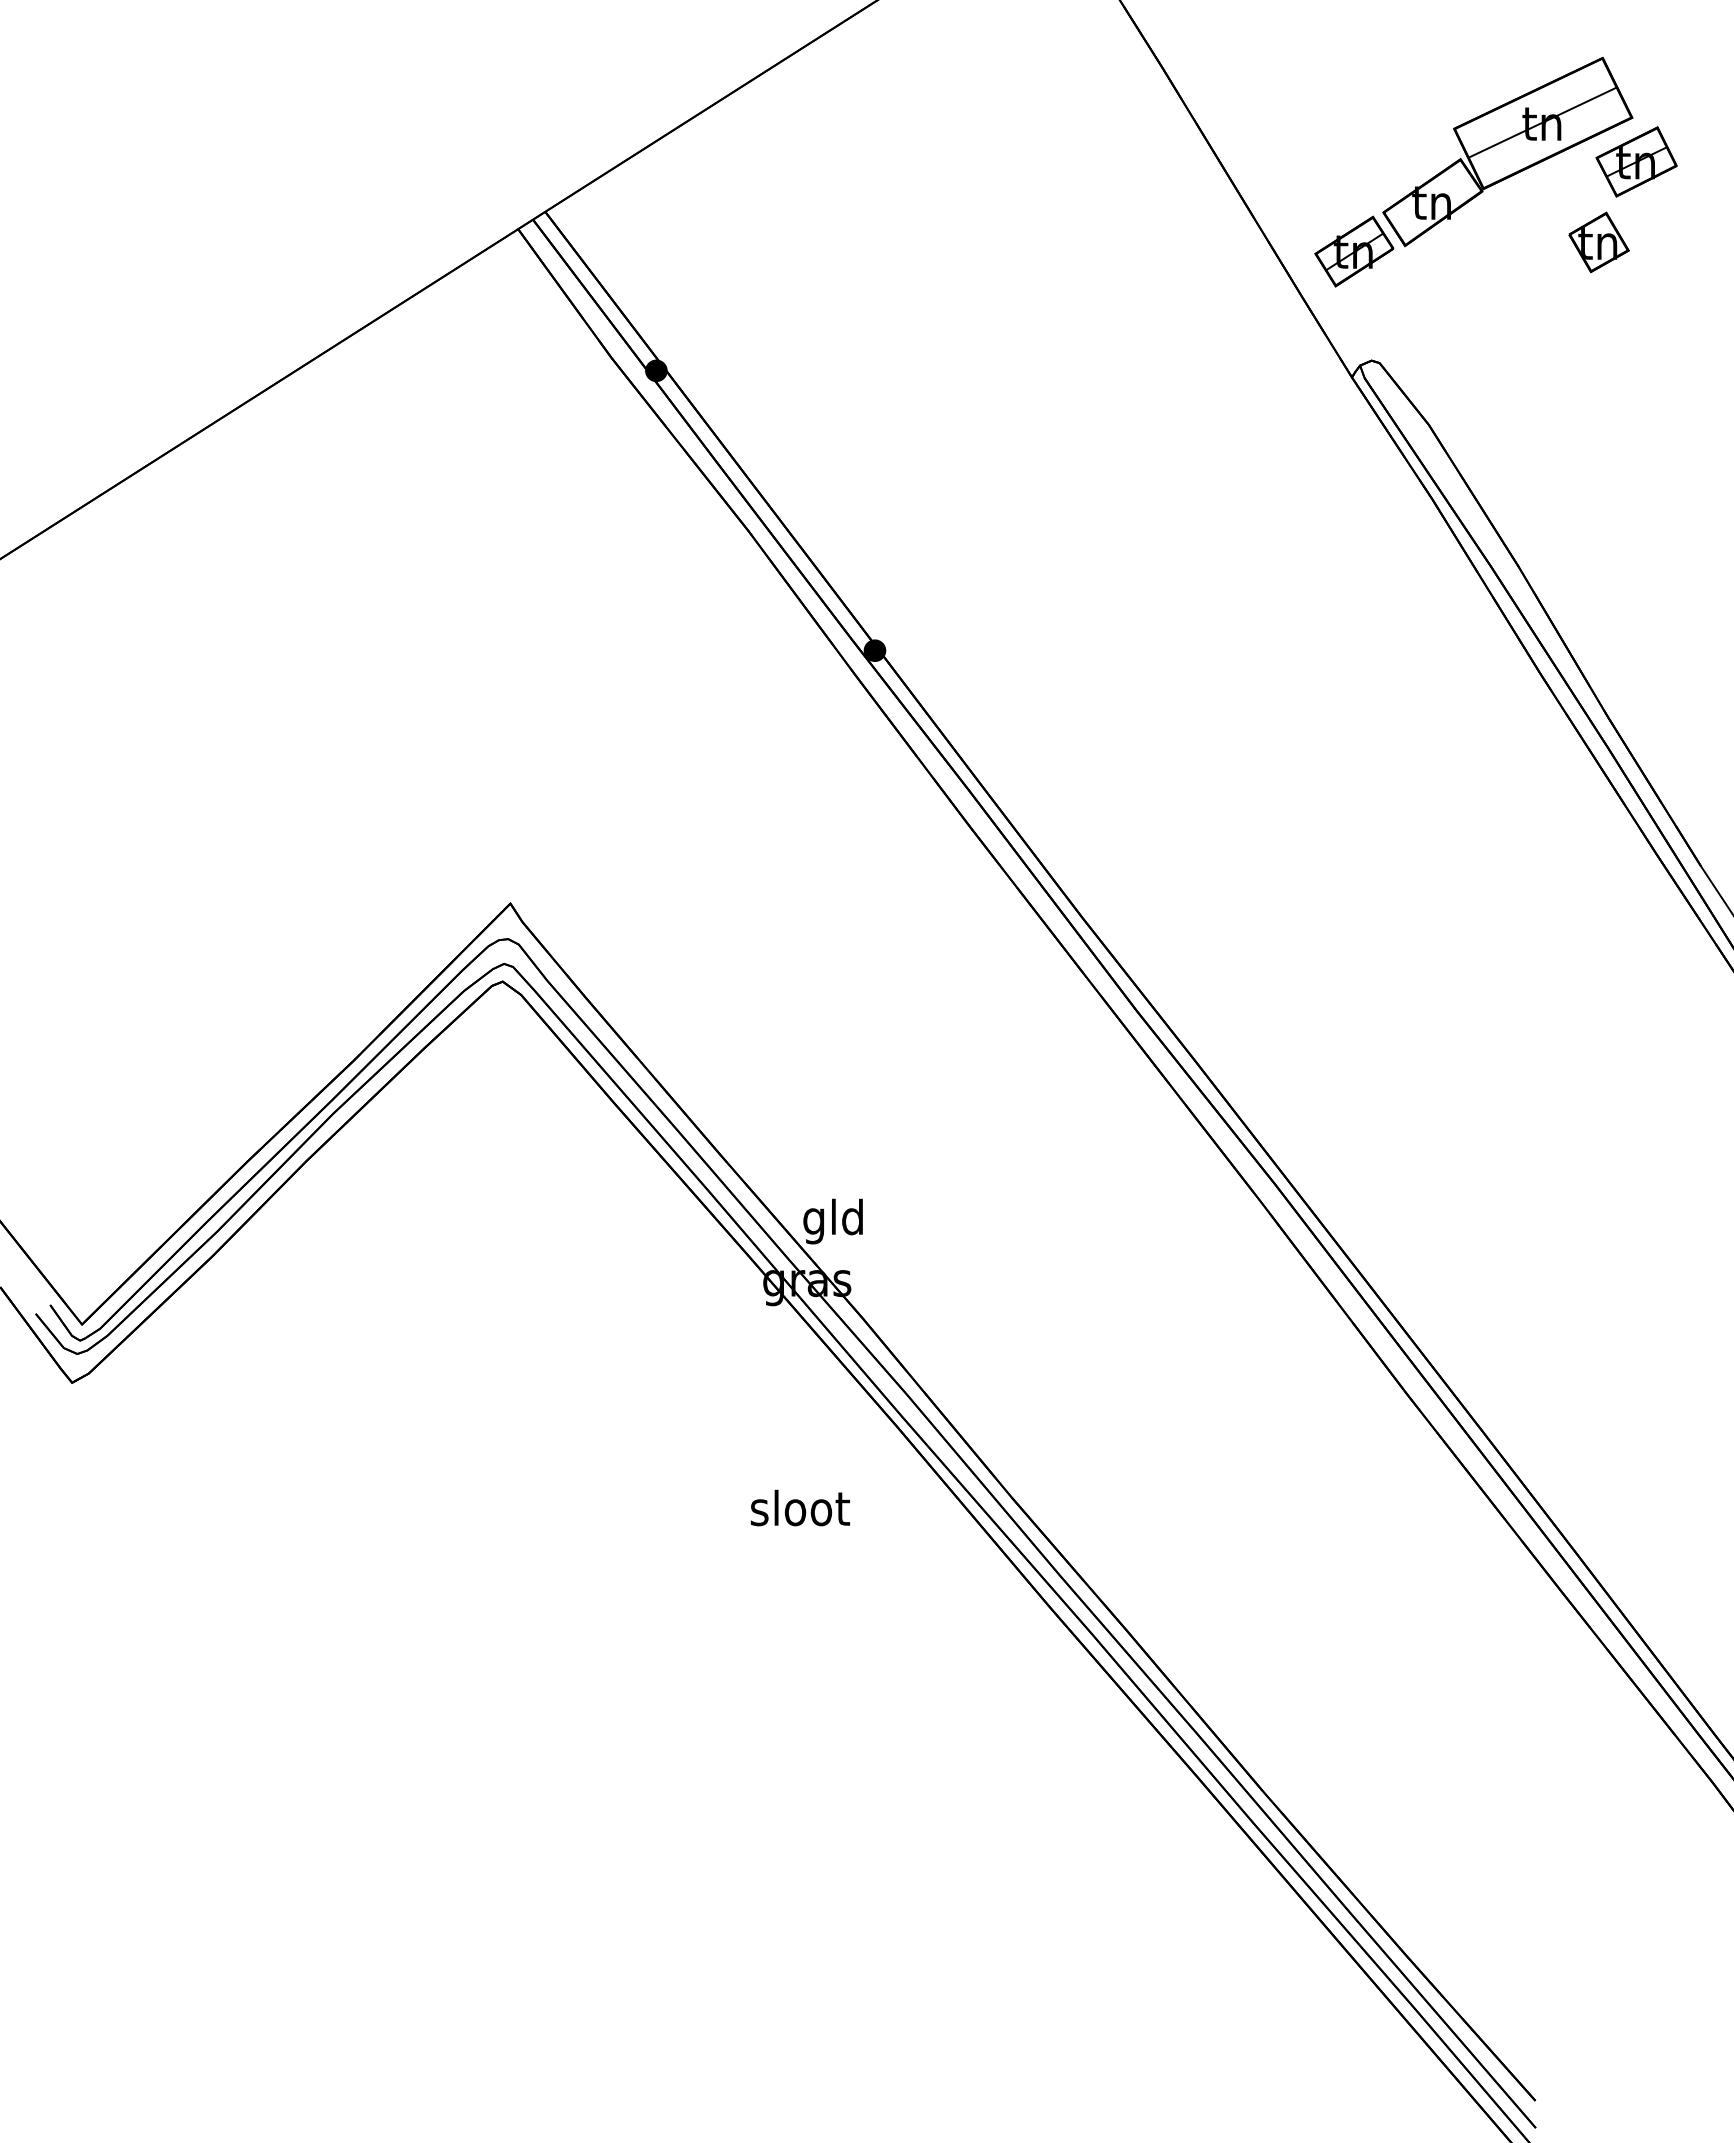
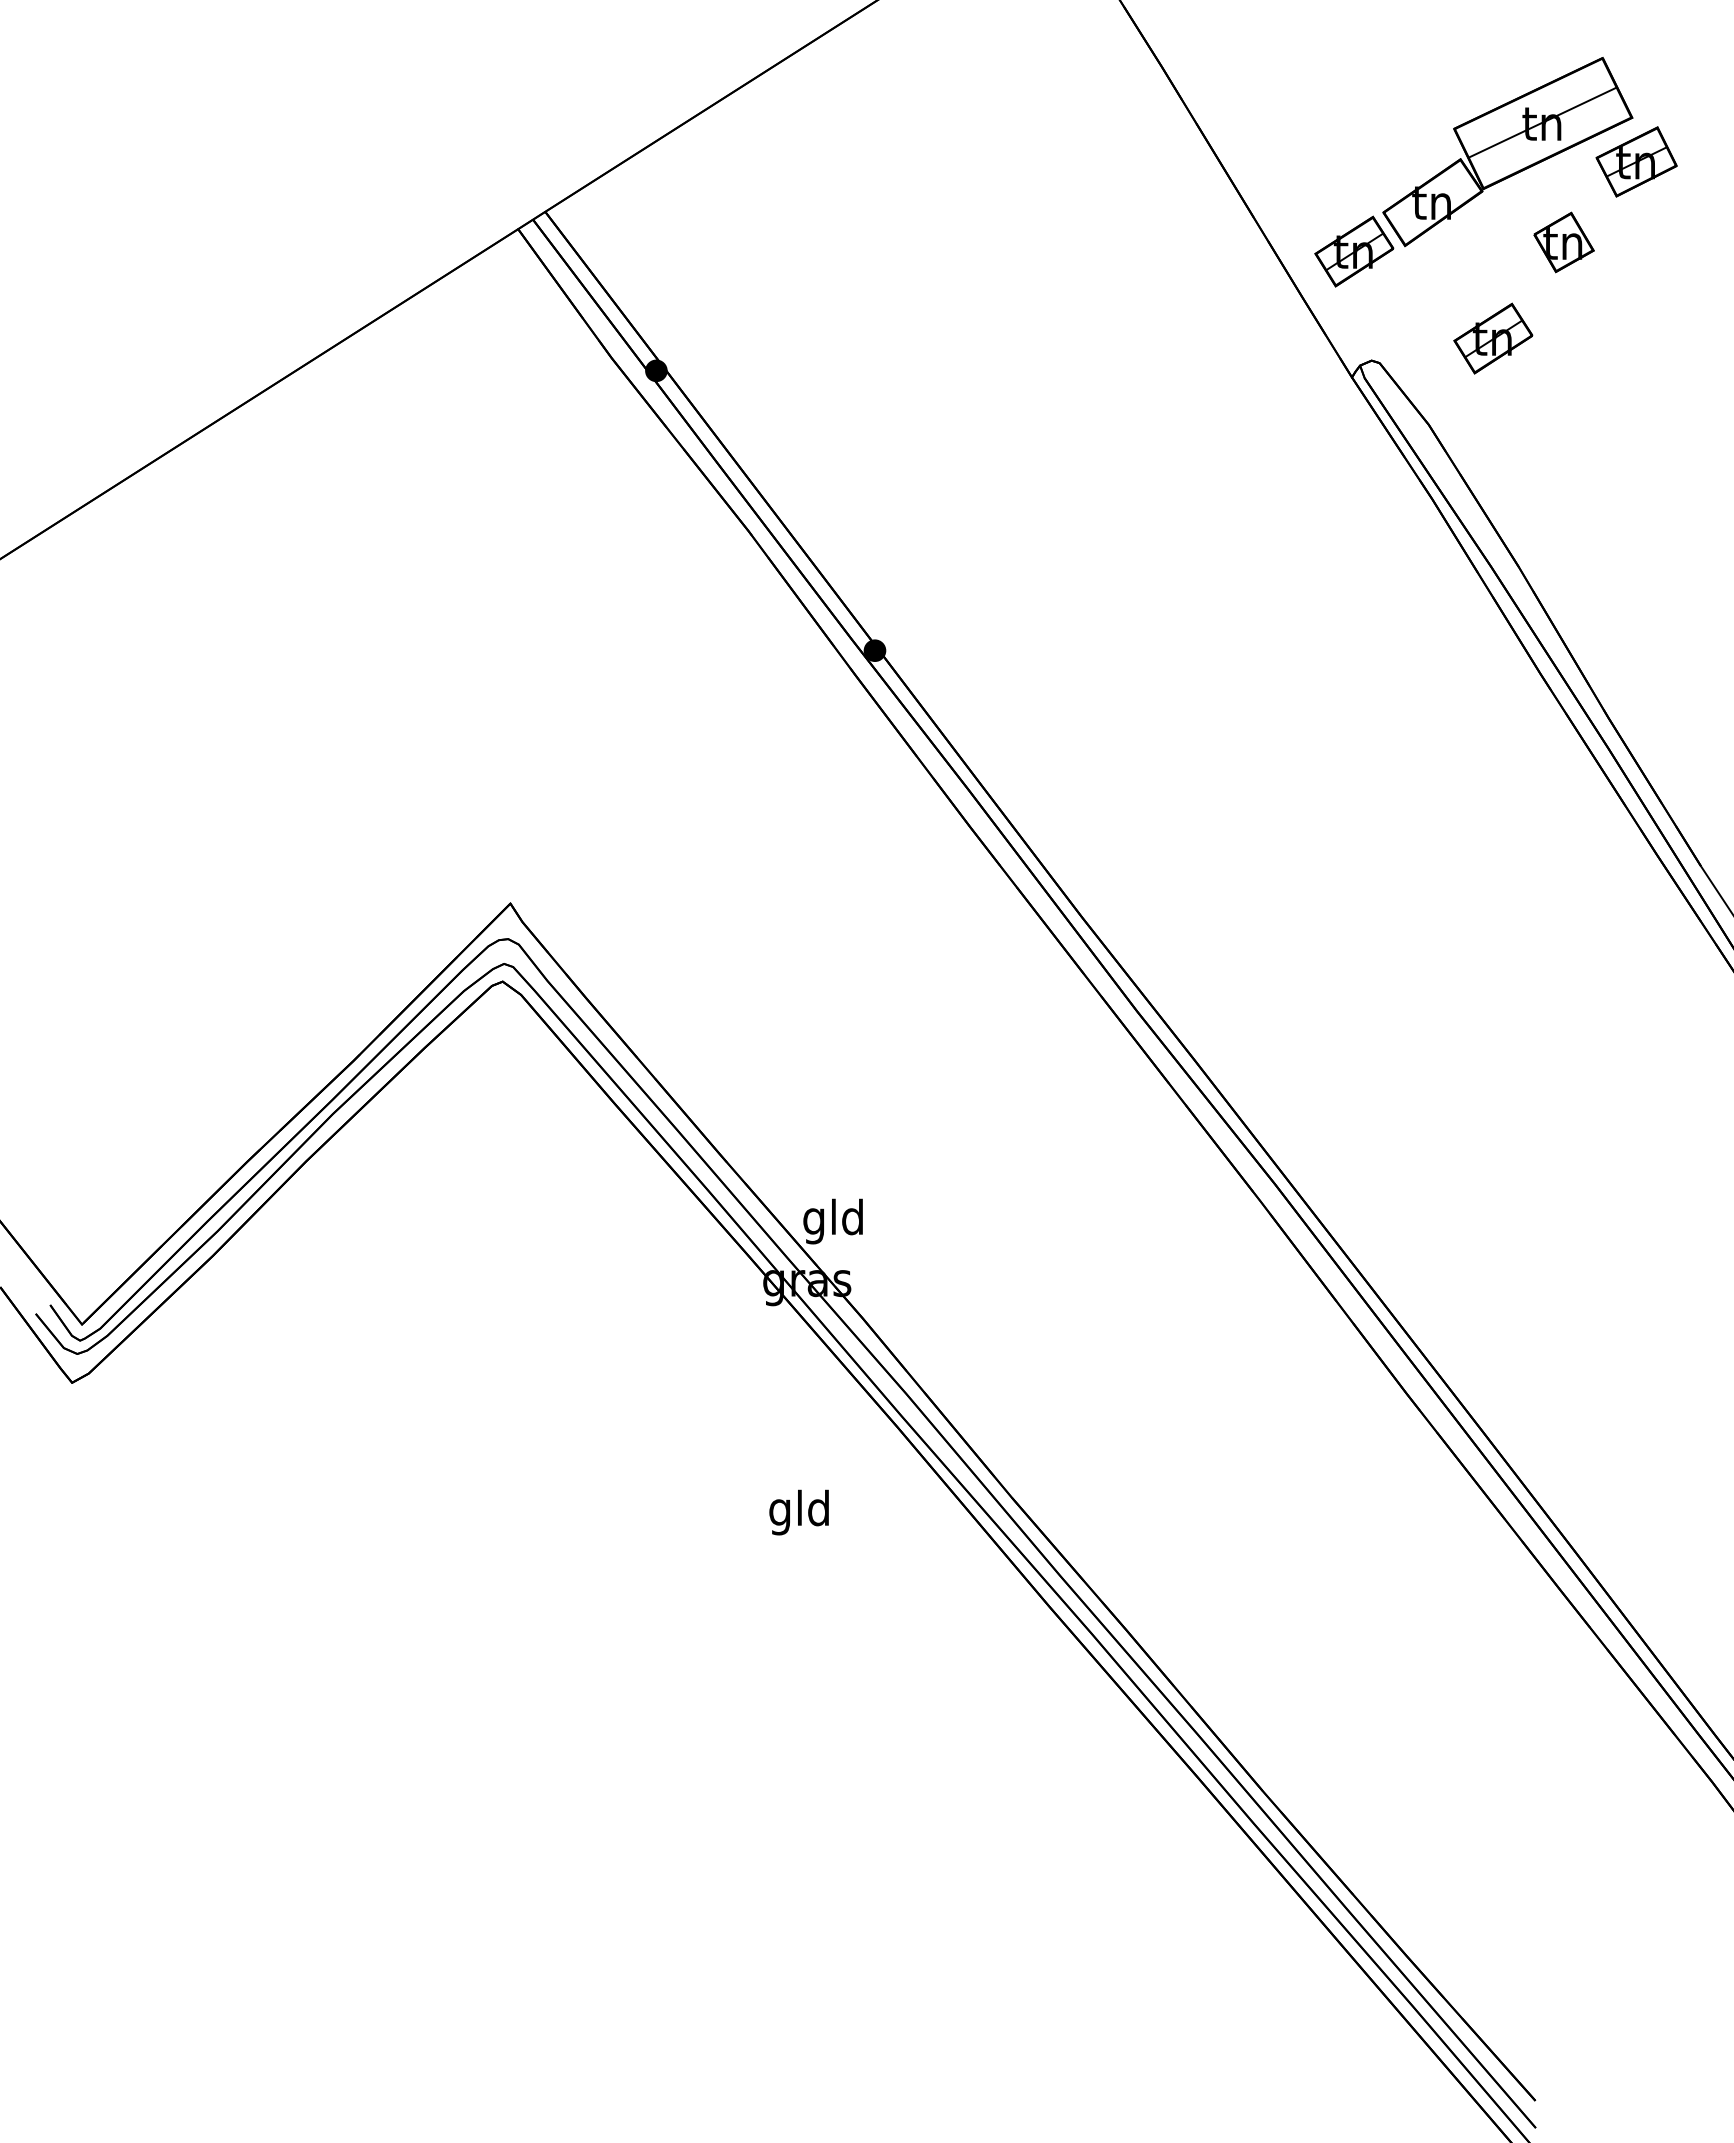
part at (1598, 242) position: (1598, 242) -> (1563, 242)
part at (1493, 338): none -> present
text at (800, 1512): sloot -> gld
